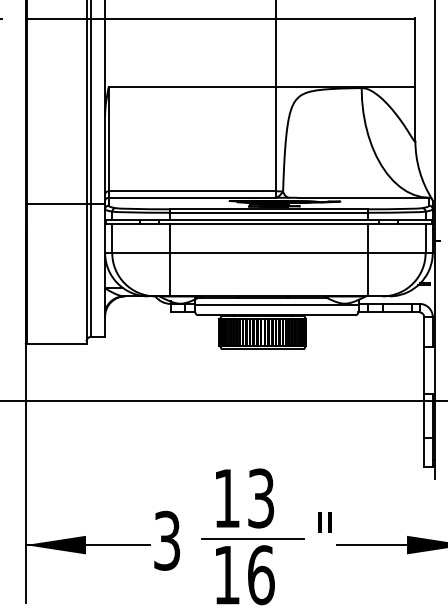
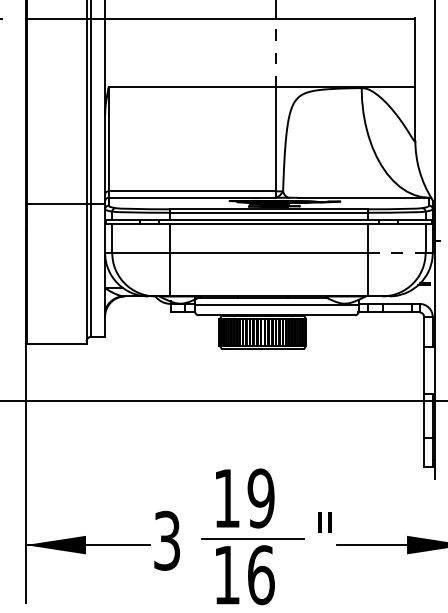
line at (276, 52): solid -> dashed
line at (396, 252): solid -> dashed
text at (260, 498): 13 -> 19
